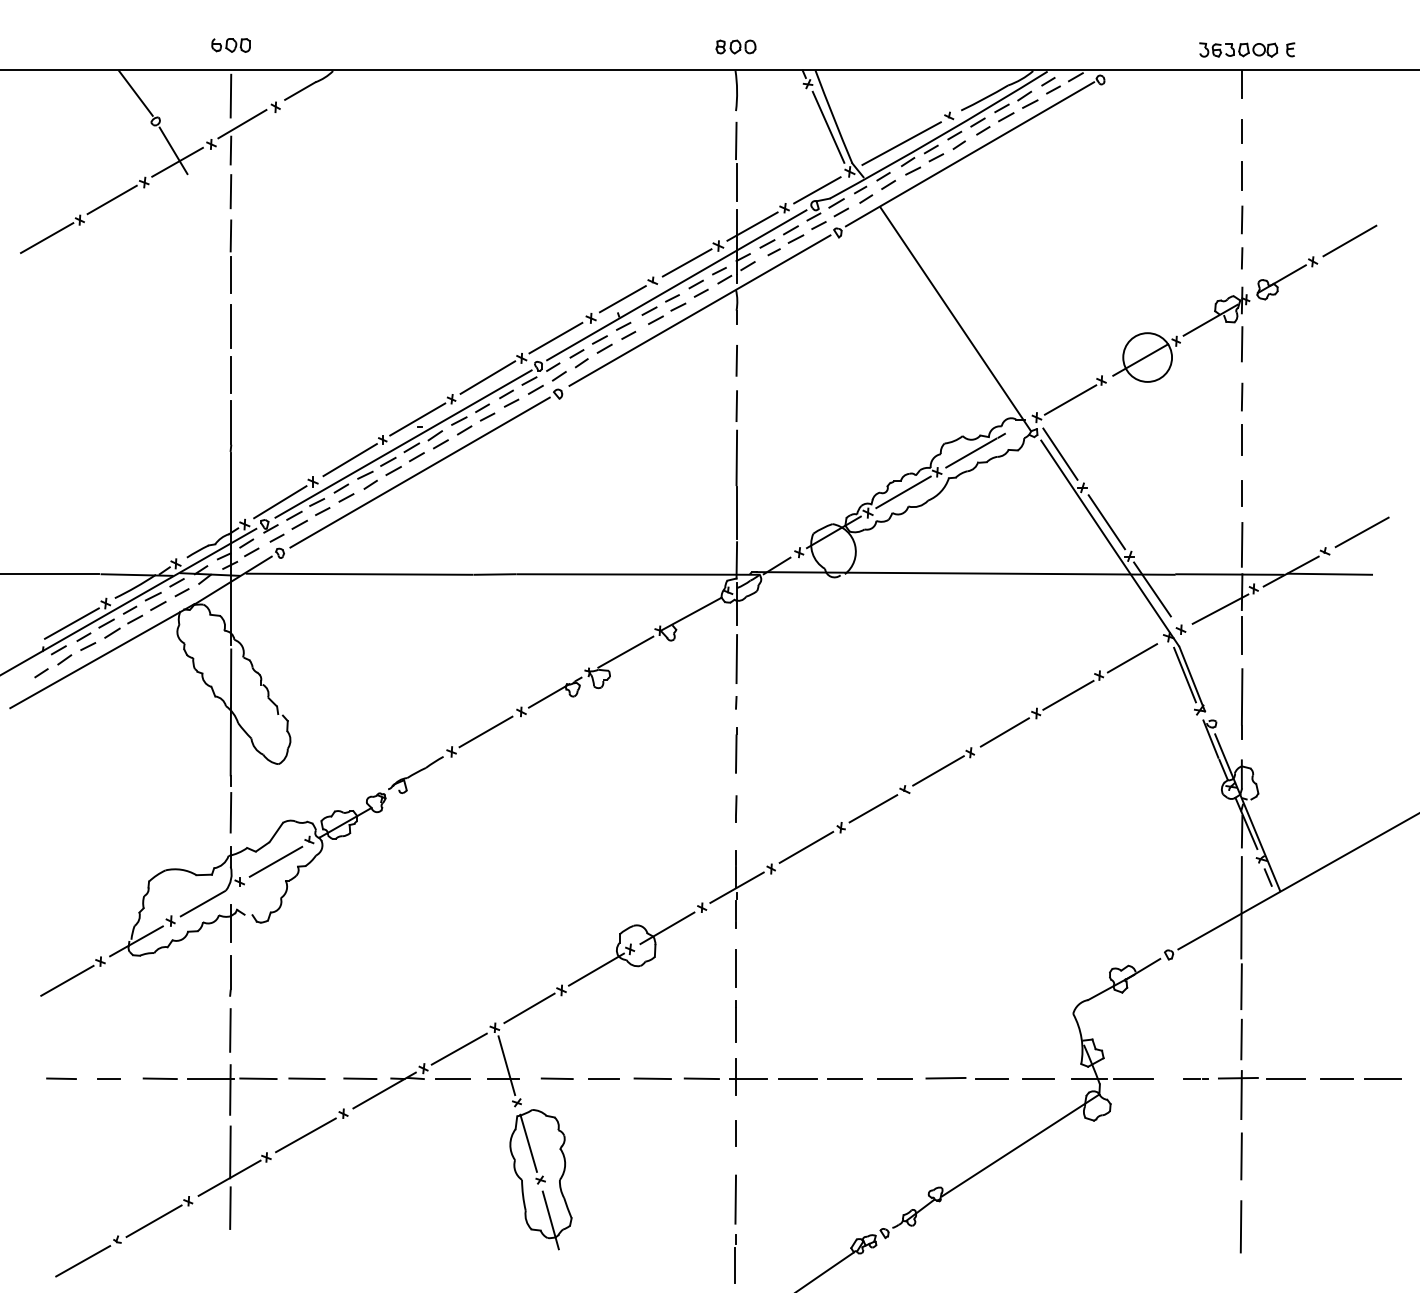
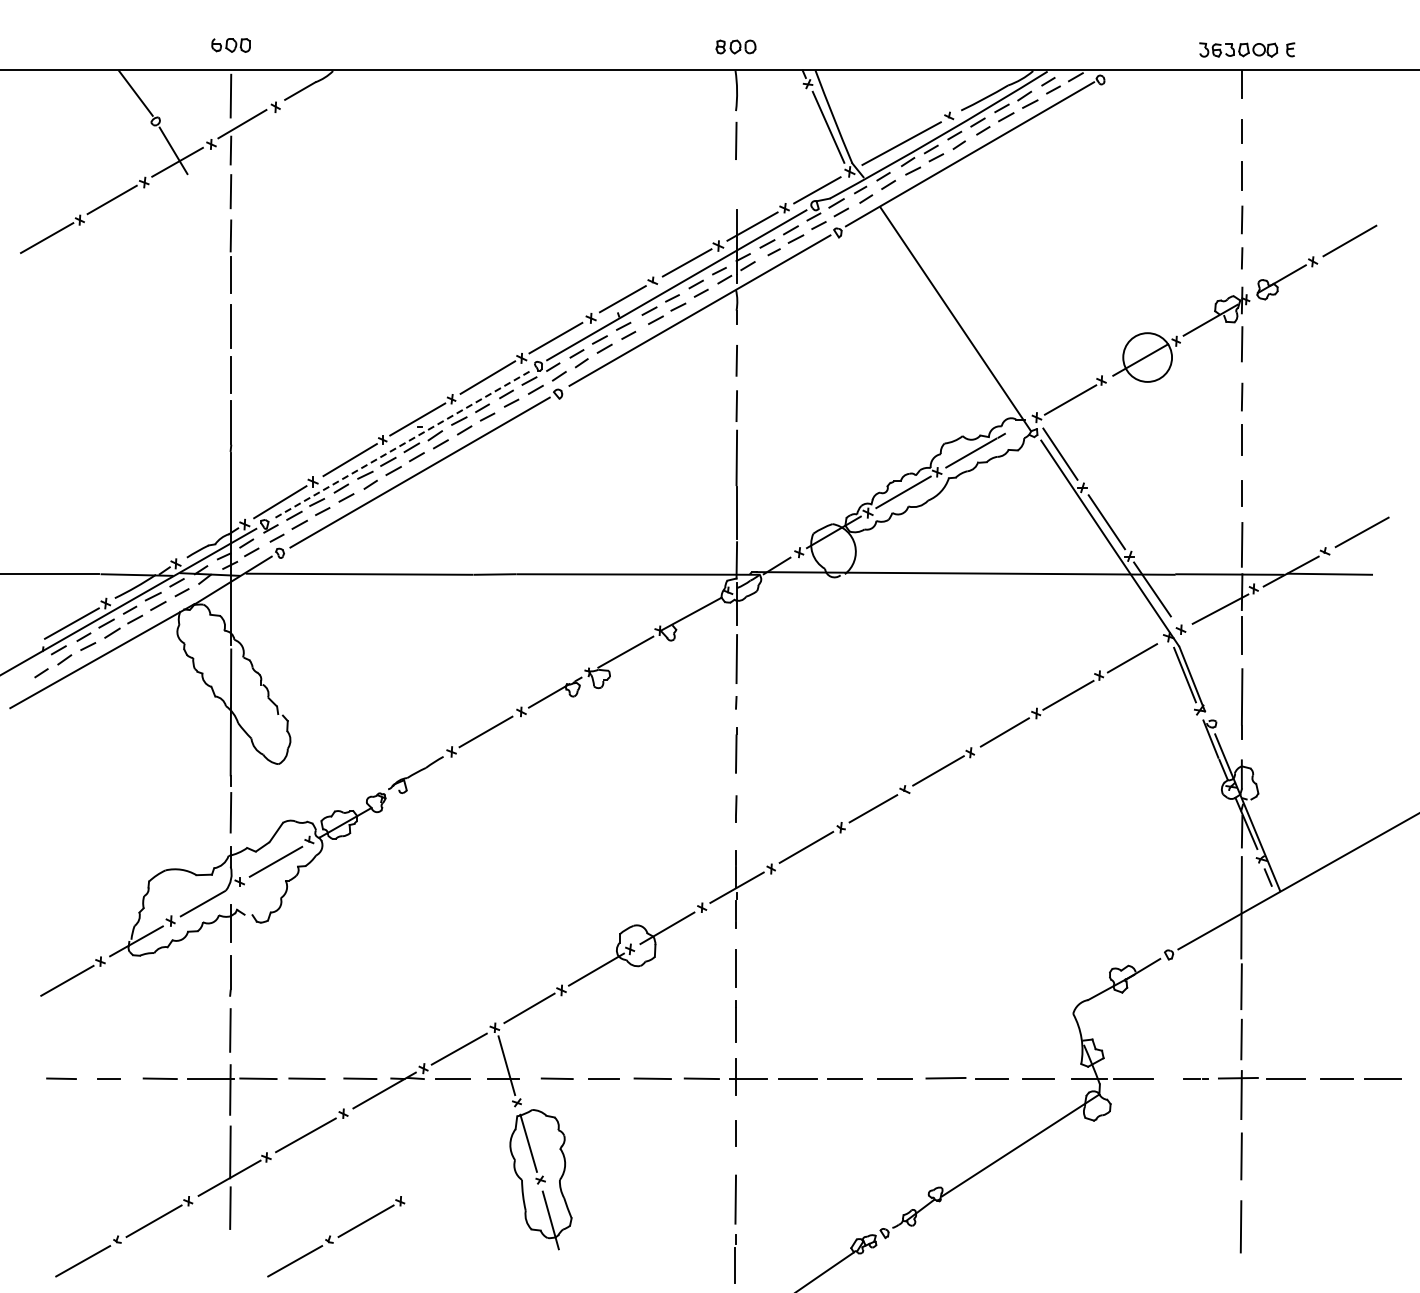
line at (736, 182): present -> none
line at (403, 444): solid -> dashed
part at (336, 1236): none -> present
